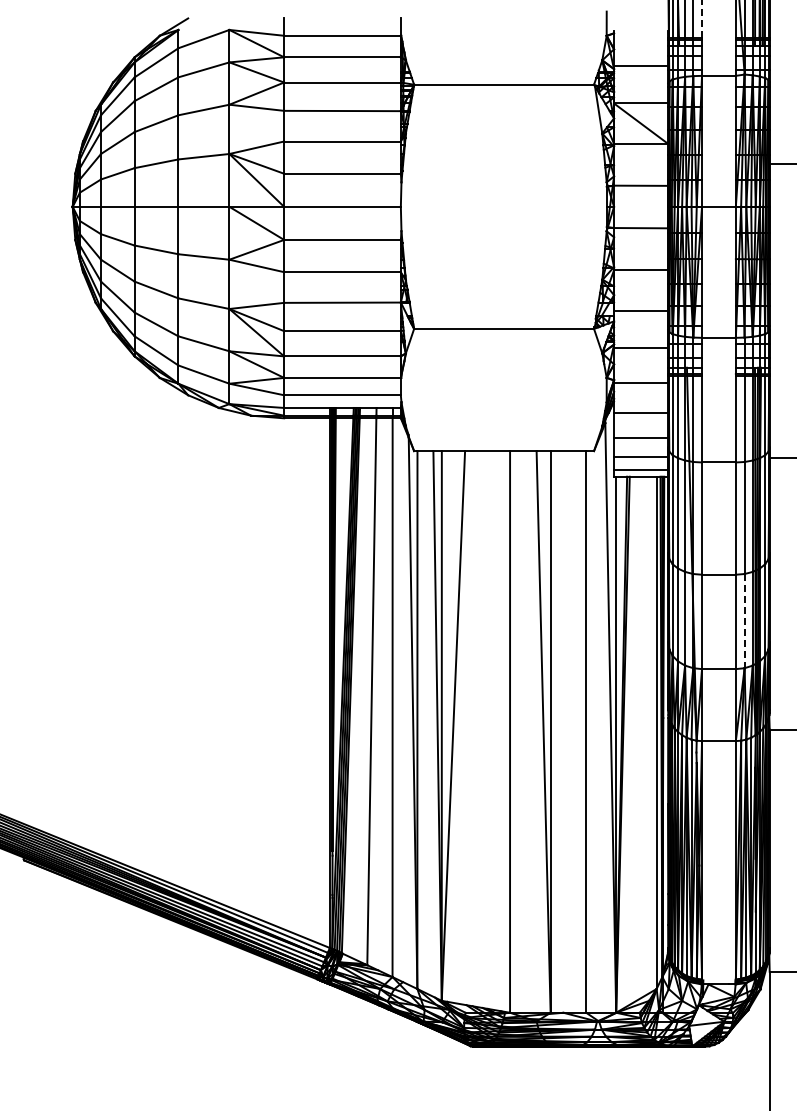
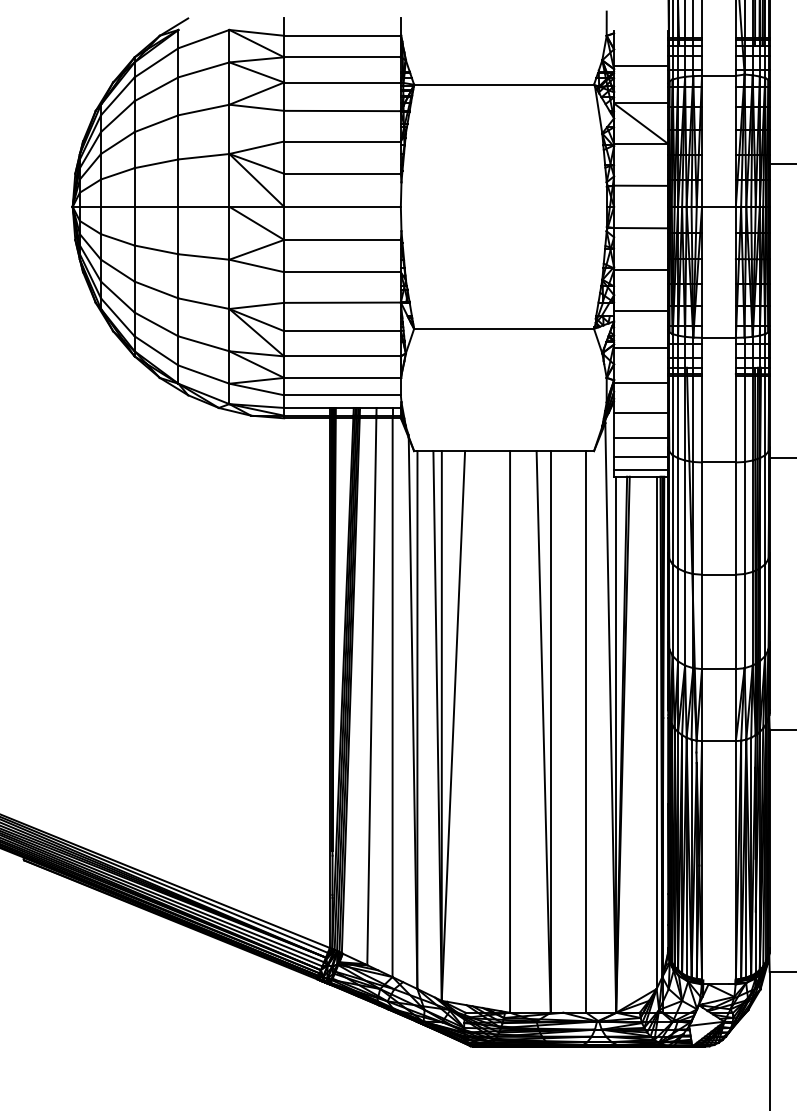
line at (702, 18): dashed -> solid
line at (744, 621): dashed -> solid
